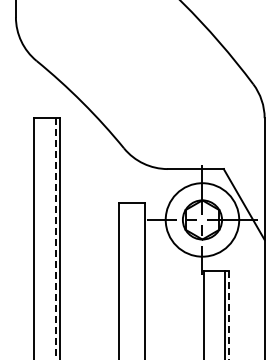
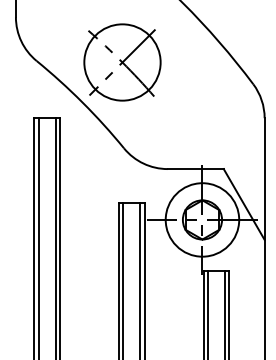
part at (122, 62): none -> present
line at (38, 237): none -> present
line at (55, 239): dashed -> solid
line at (123, 279): none -> present
line at (140, 279): none -> present
line at (208, 313): none -> present
line at (229, 315): dashed -> solid
